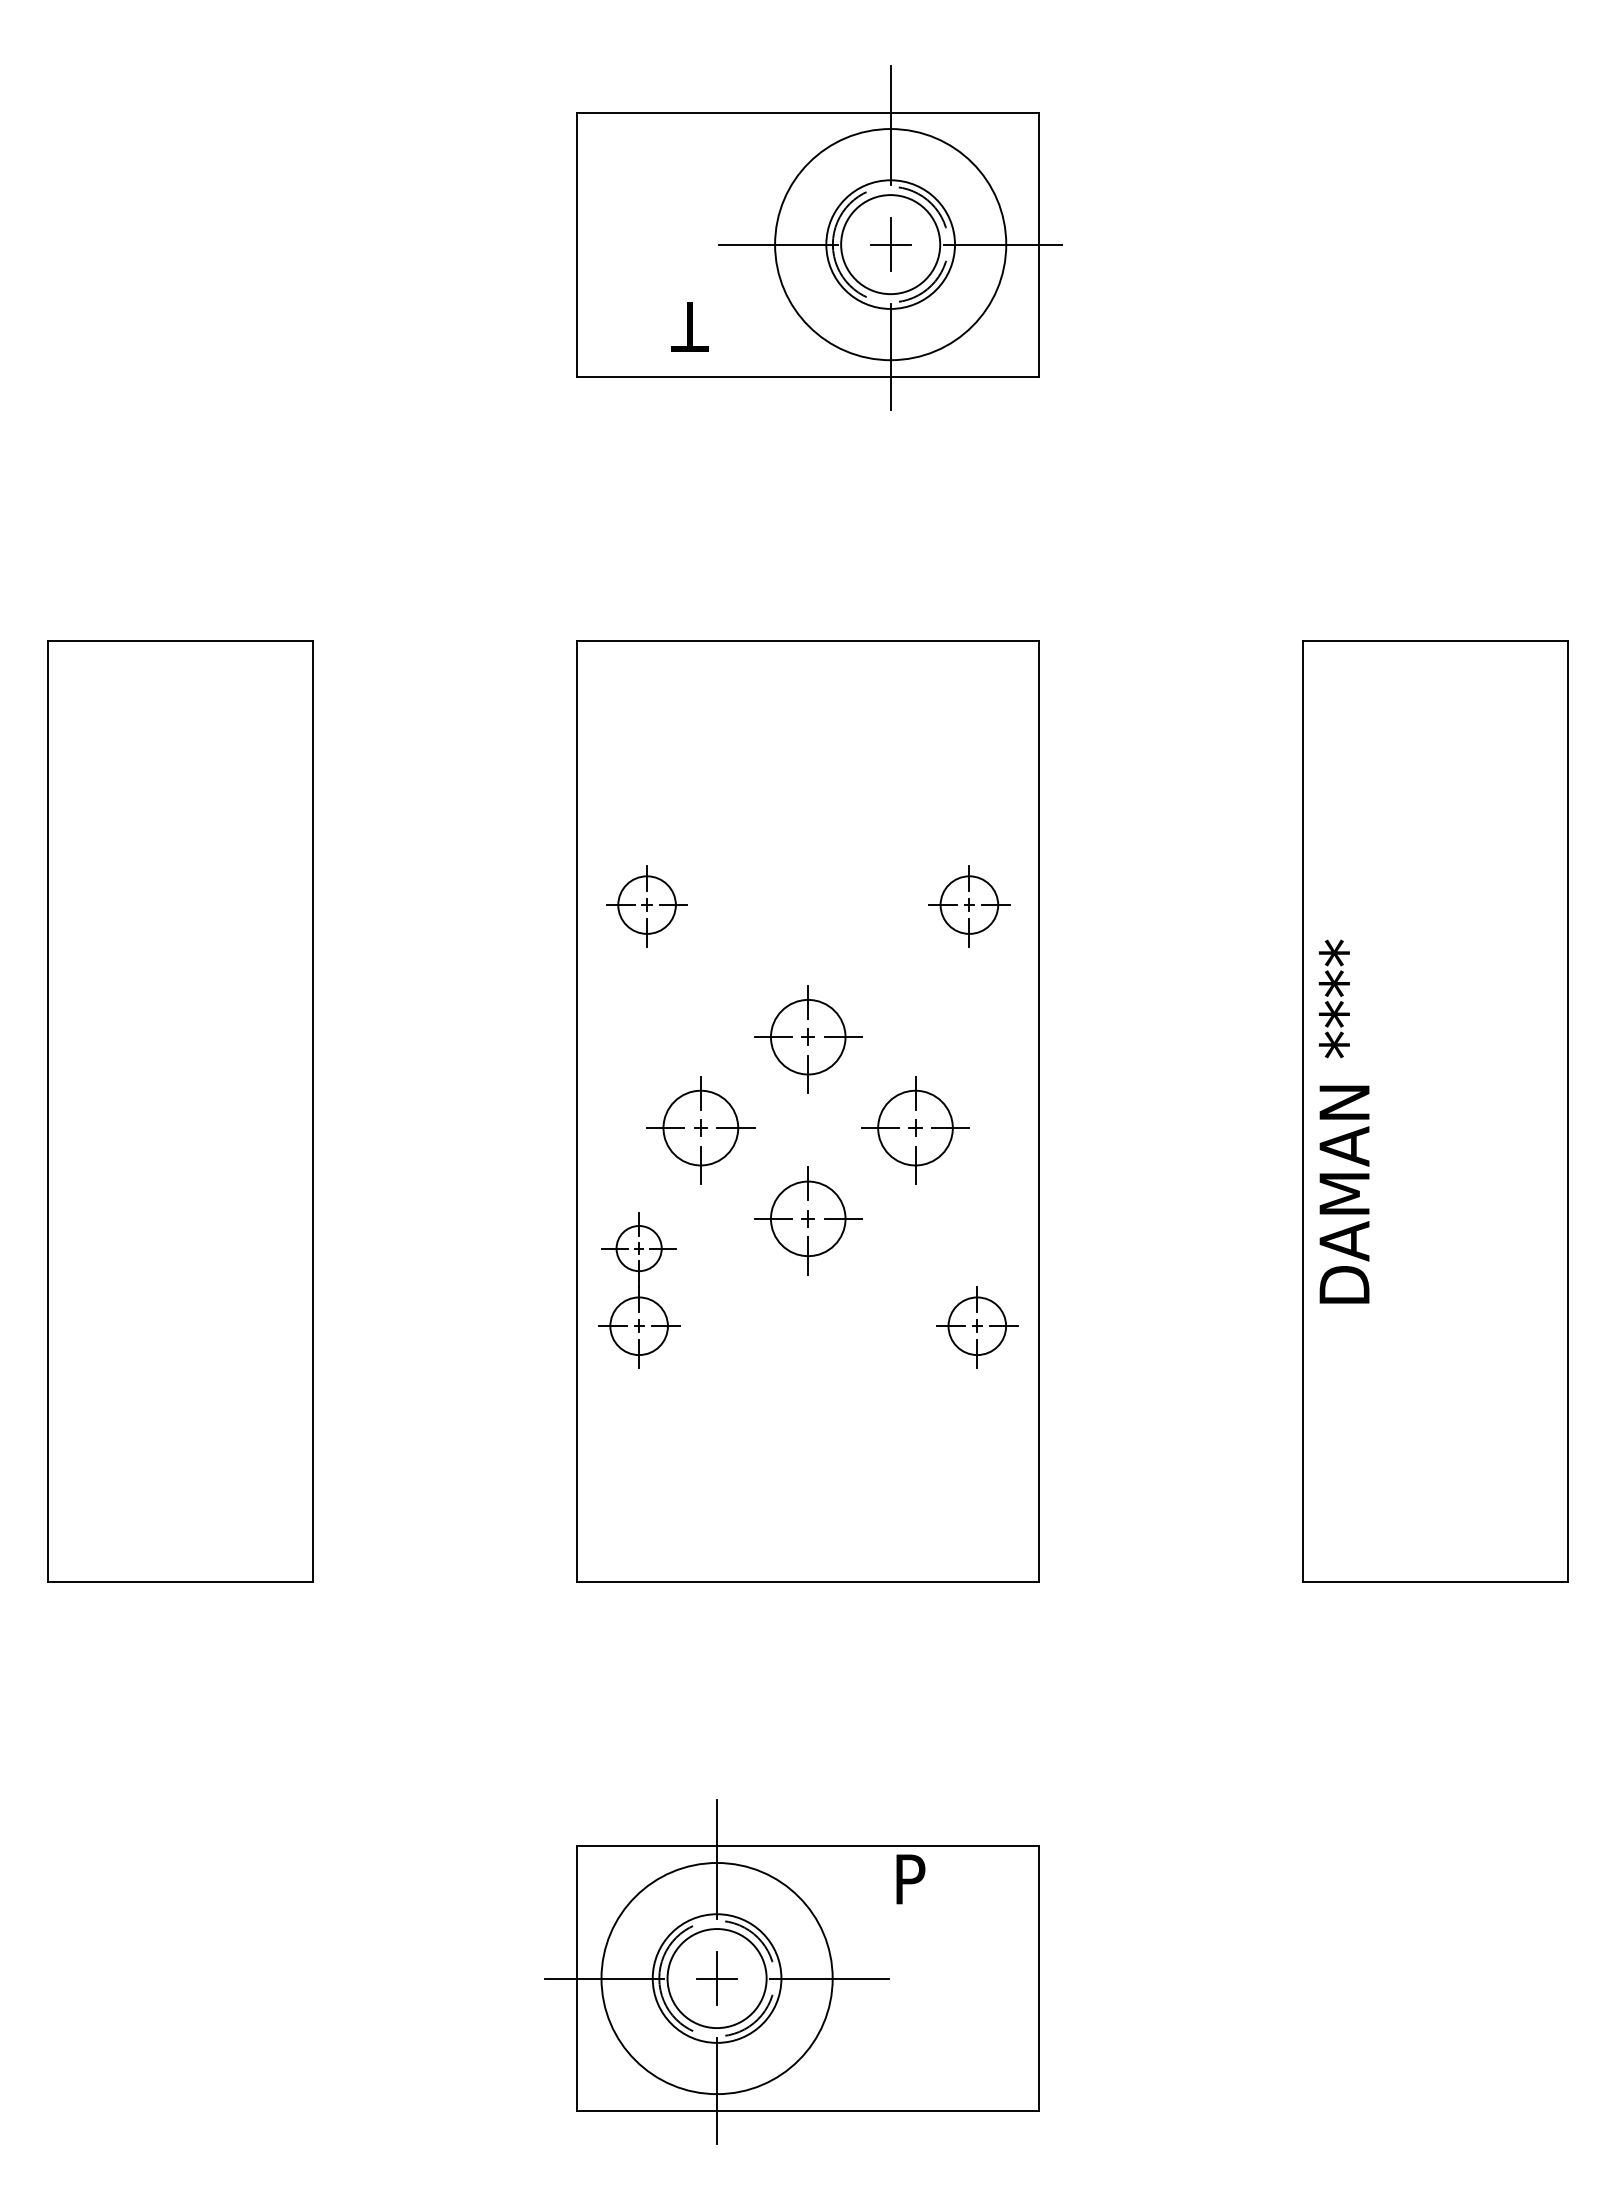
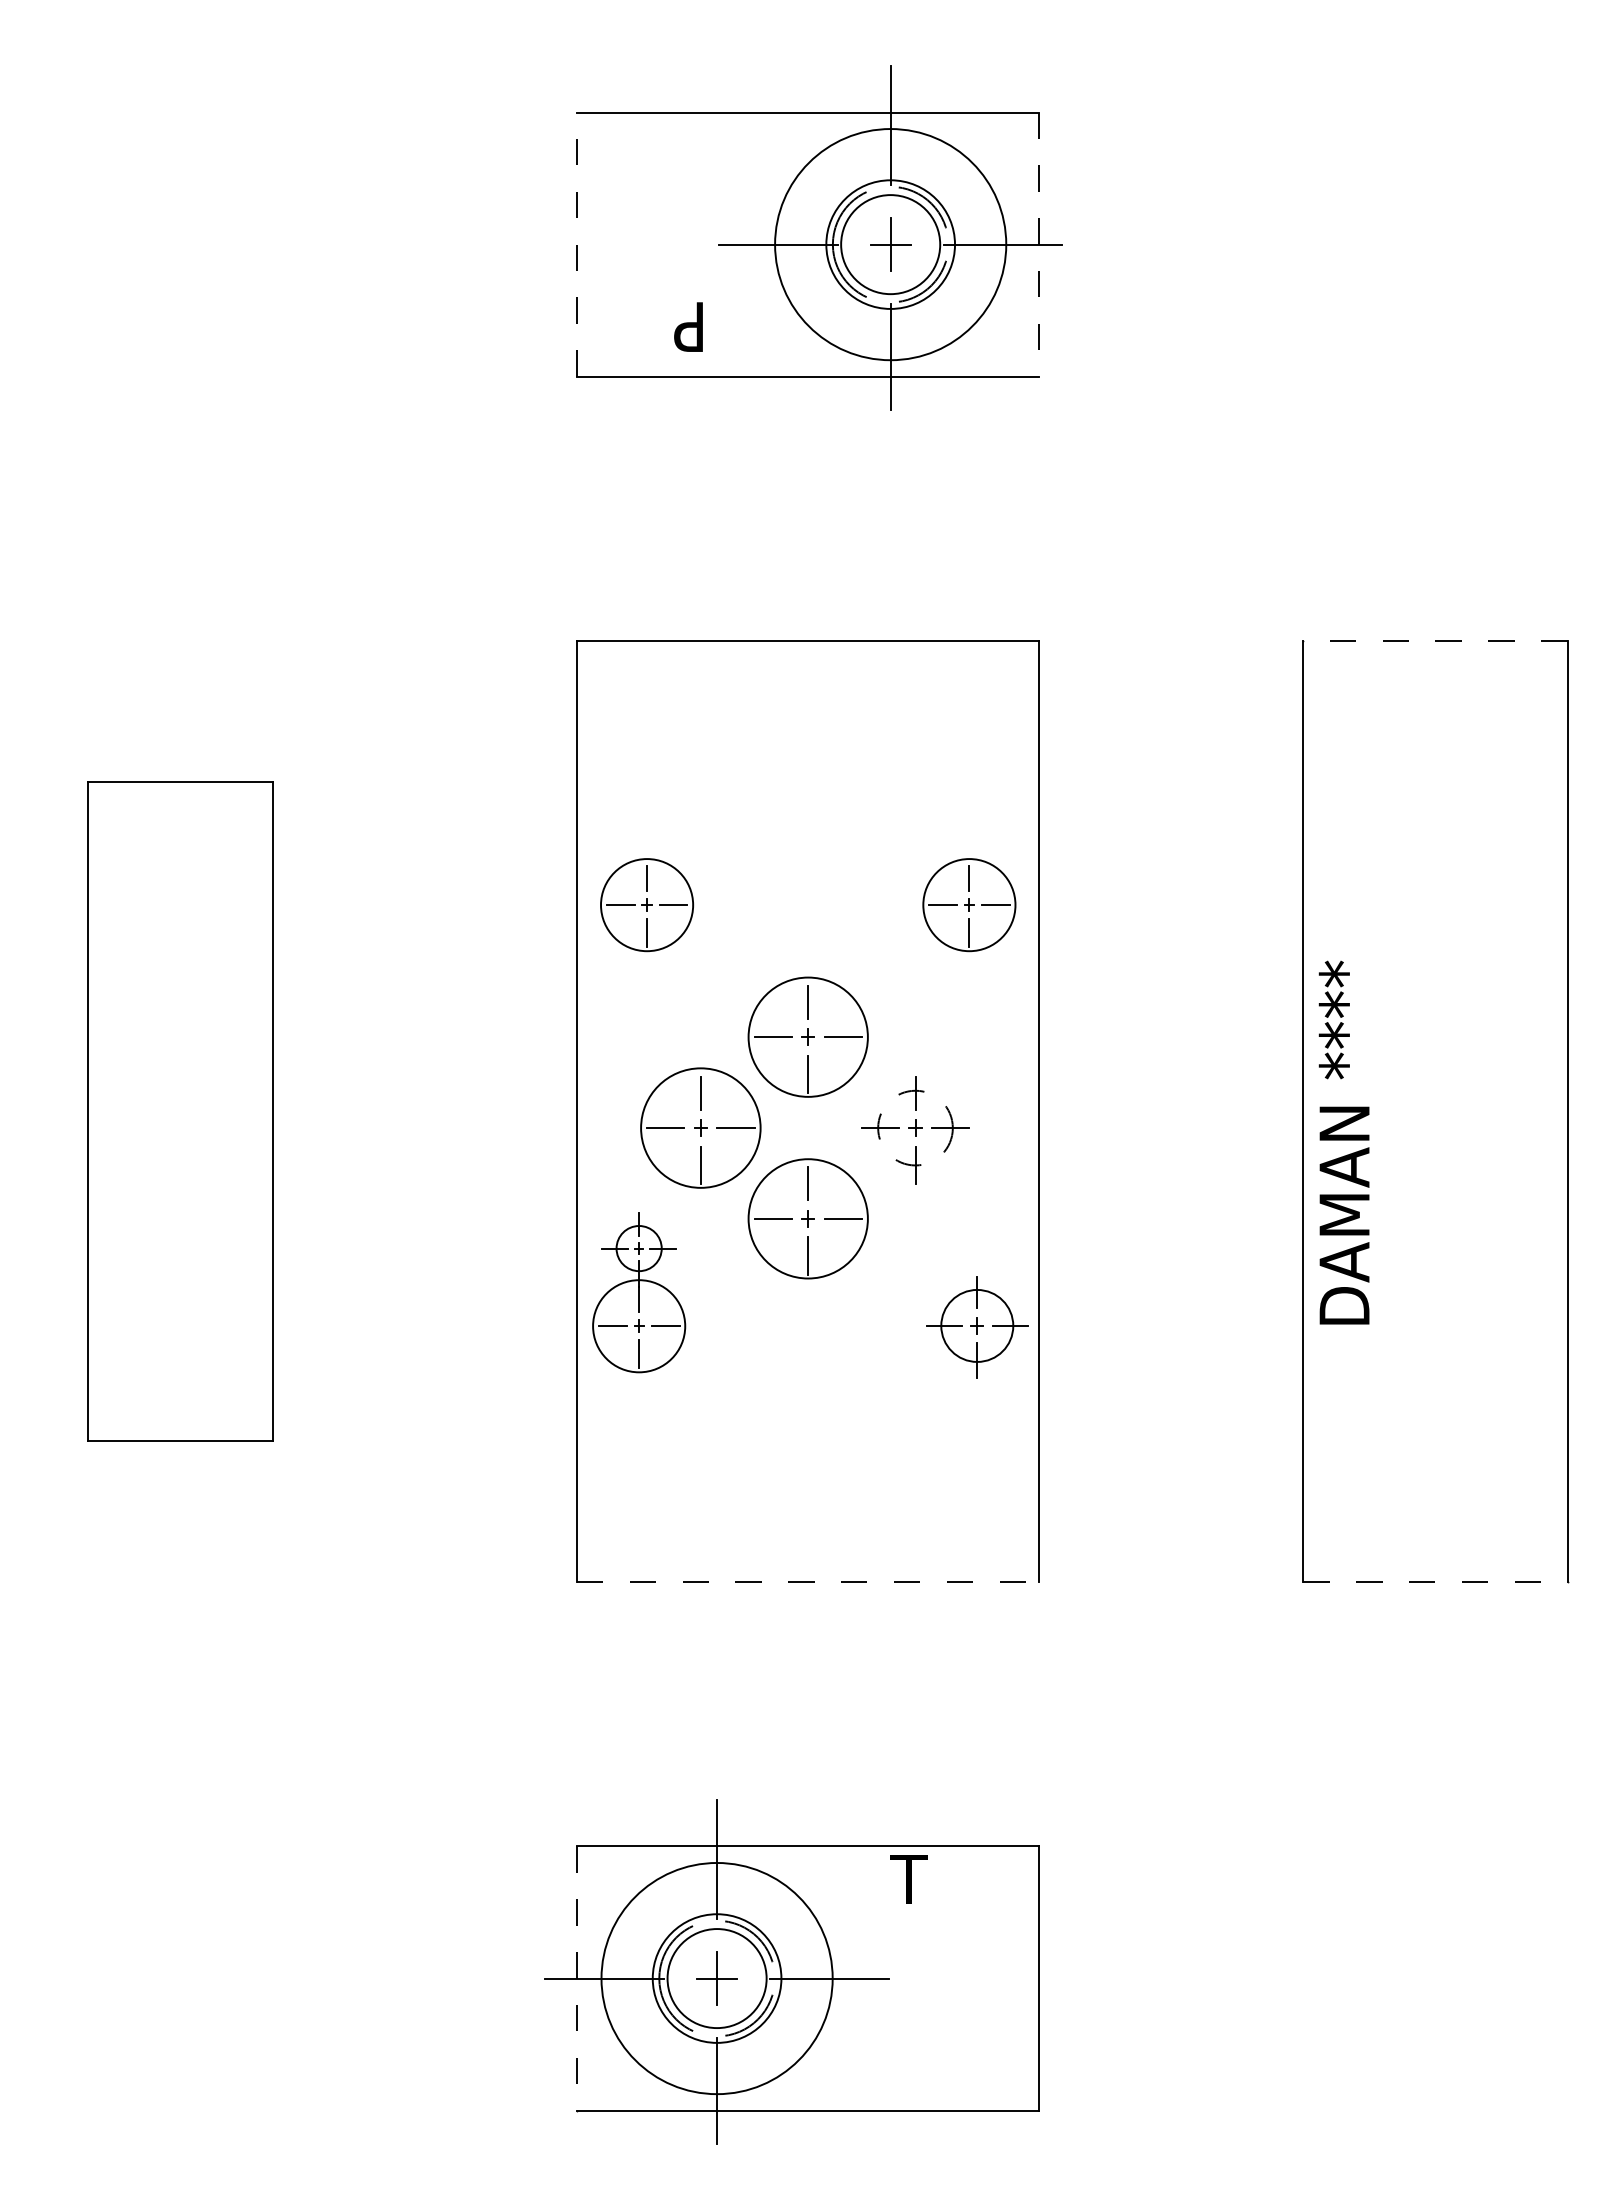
line at (576, 244): solid -> dashed
line at (1039, 245): solid -> dashed
text at (689, 326): T -> P
line at (1434, 640): solid -> dashed
circle at (646, 904) diameter: 58 px -> 92 px
circle at (969, 904) diameter: 58 px -> 92 px
circle at (807, 1036) diameter: 75 px -> 119 px
part at (180, 1111) size: 267x943 px -> 187x661 px
text at (1343, 1121) position: (1343, 1121) -> (1343, 1142)
circle at (700, 1127) diameter: 75 px -> 120 px
circle at (915, 1127): solid -> dashed
circle at (807, 1218) diameter: 75 px -> 119 px
circle at (638, 1326) diameter: 58 px -> 92 px
part at (977, 1327) size: 83x83 px -> 103x103 px
line at (808, 1582): solid -> dashed
line at (1435, 1582): solid -> dashed
text at (908, 1879): P -> T
line at (576, 1979): solid -> dashed
